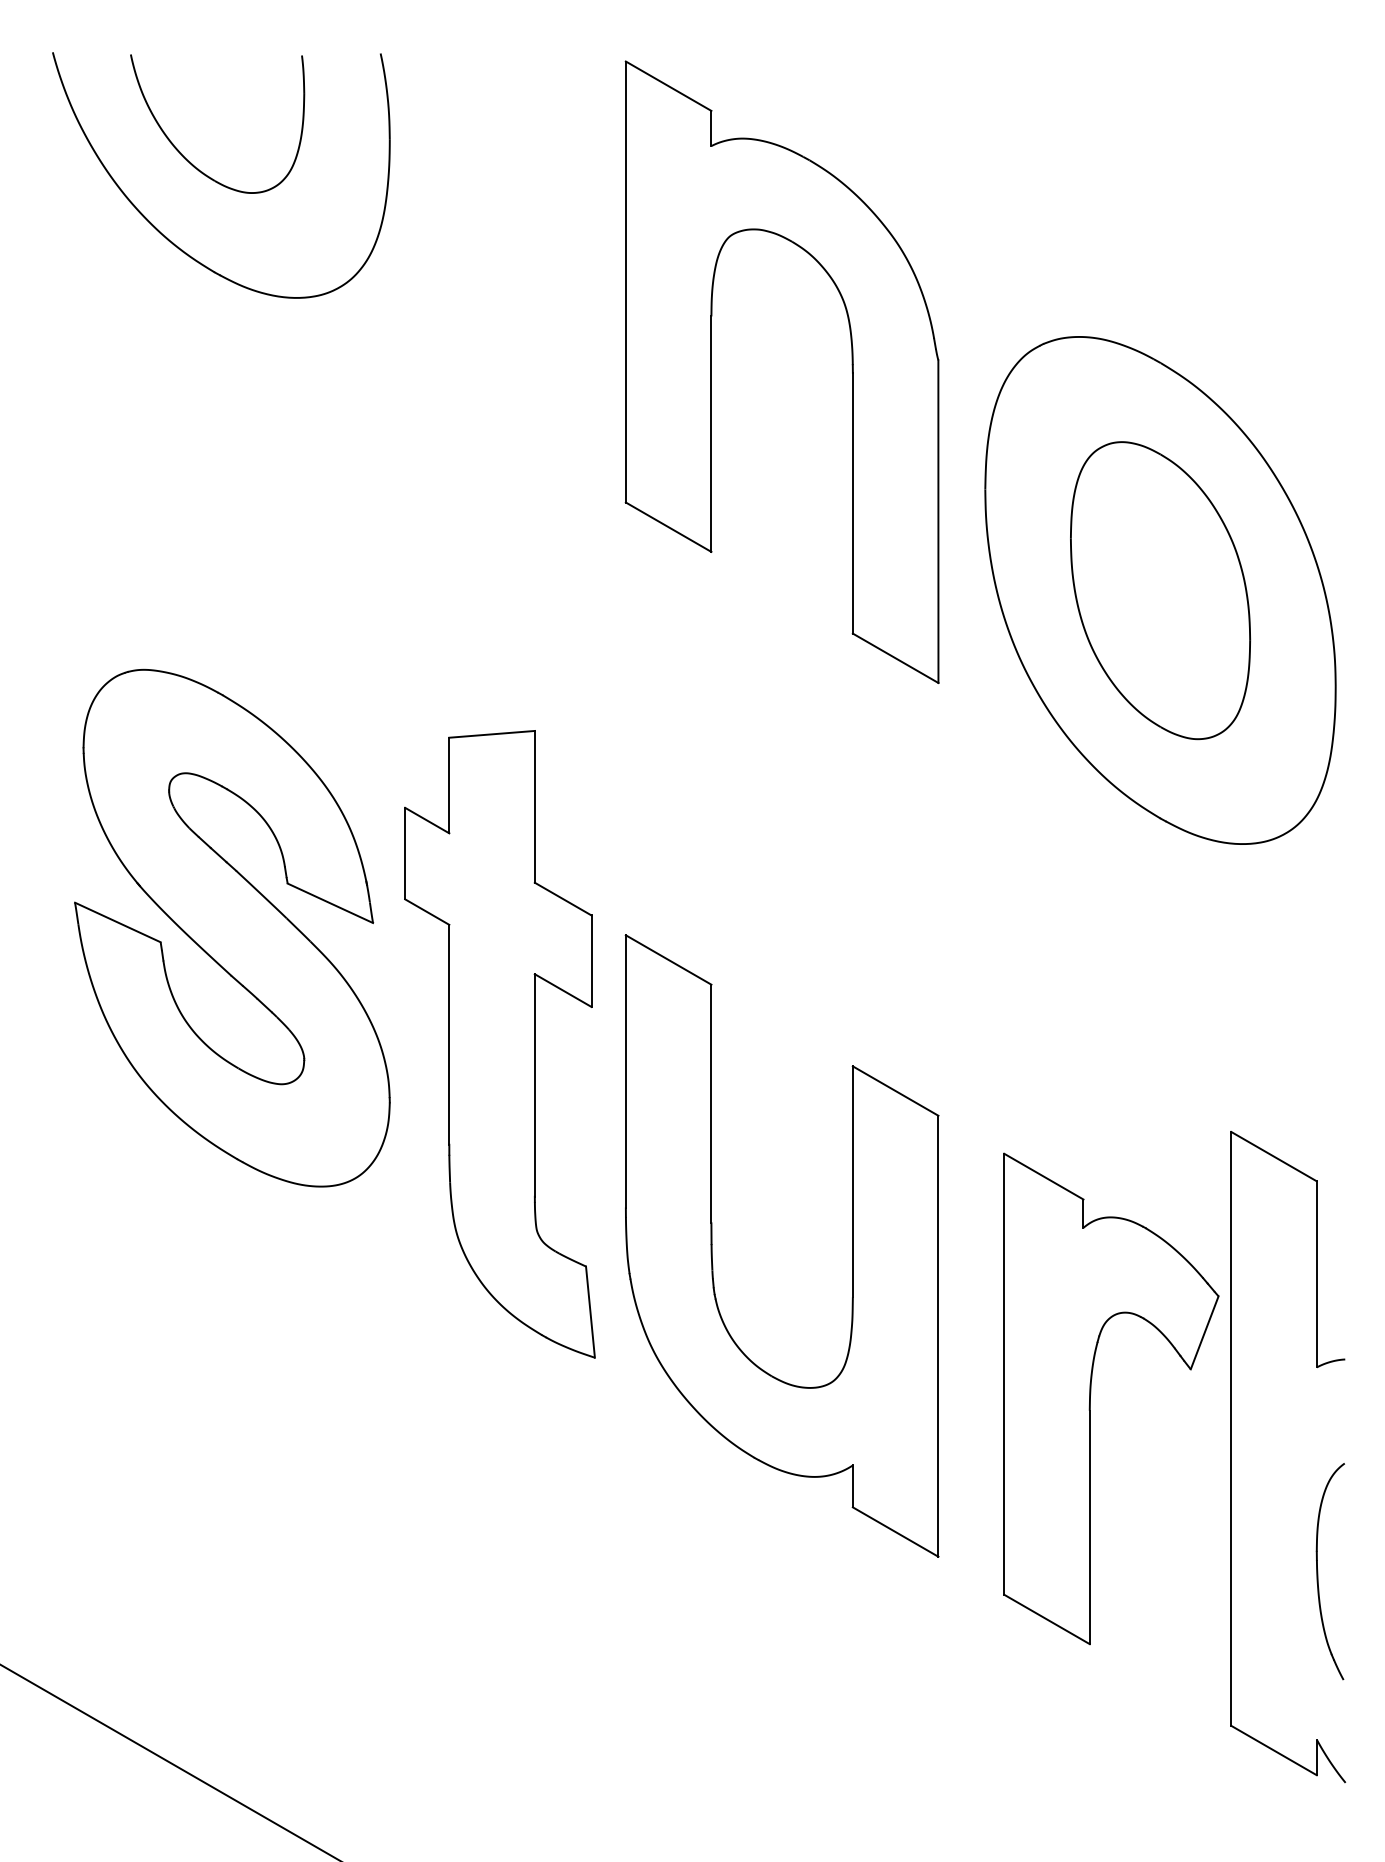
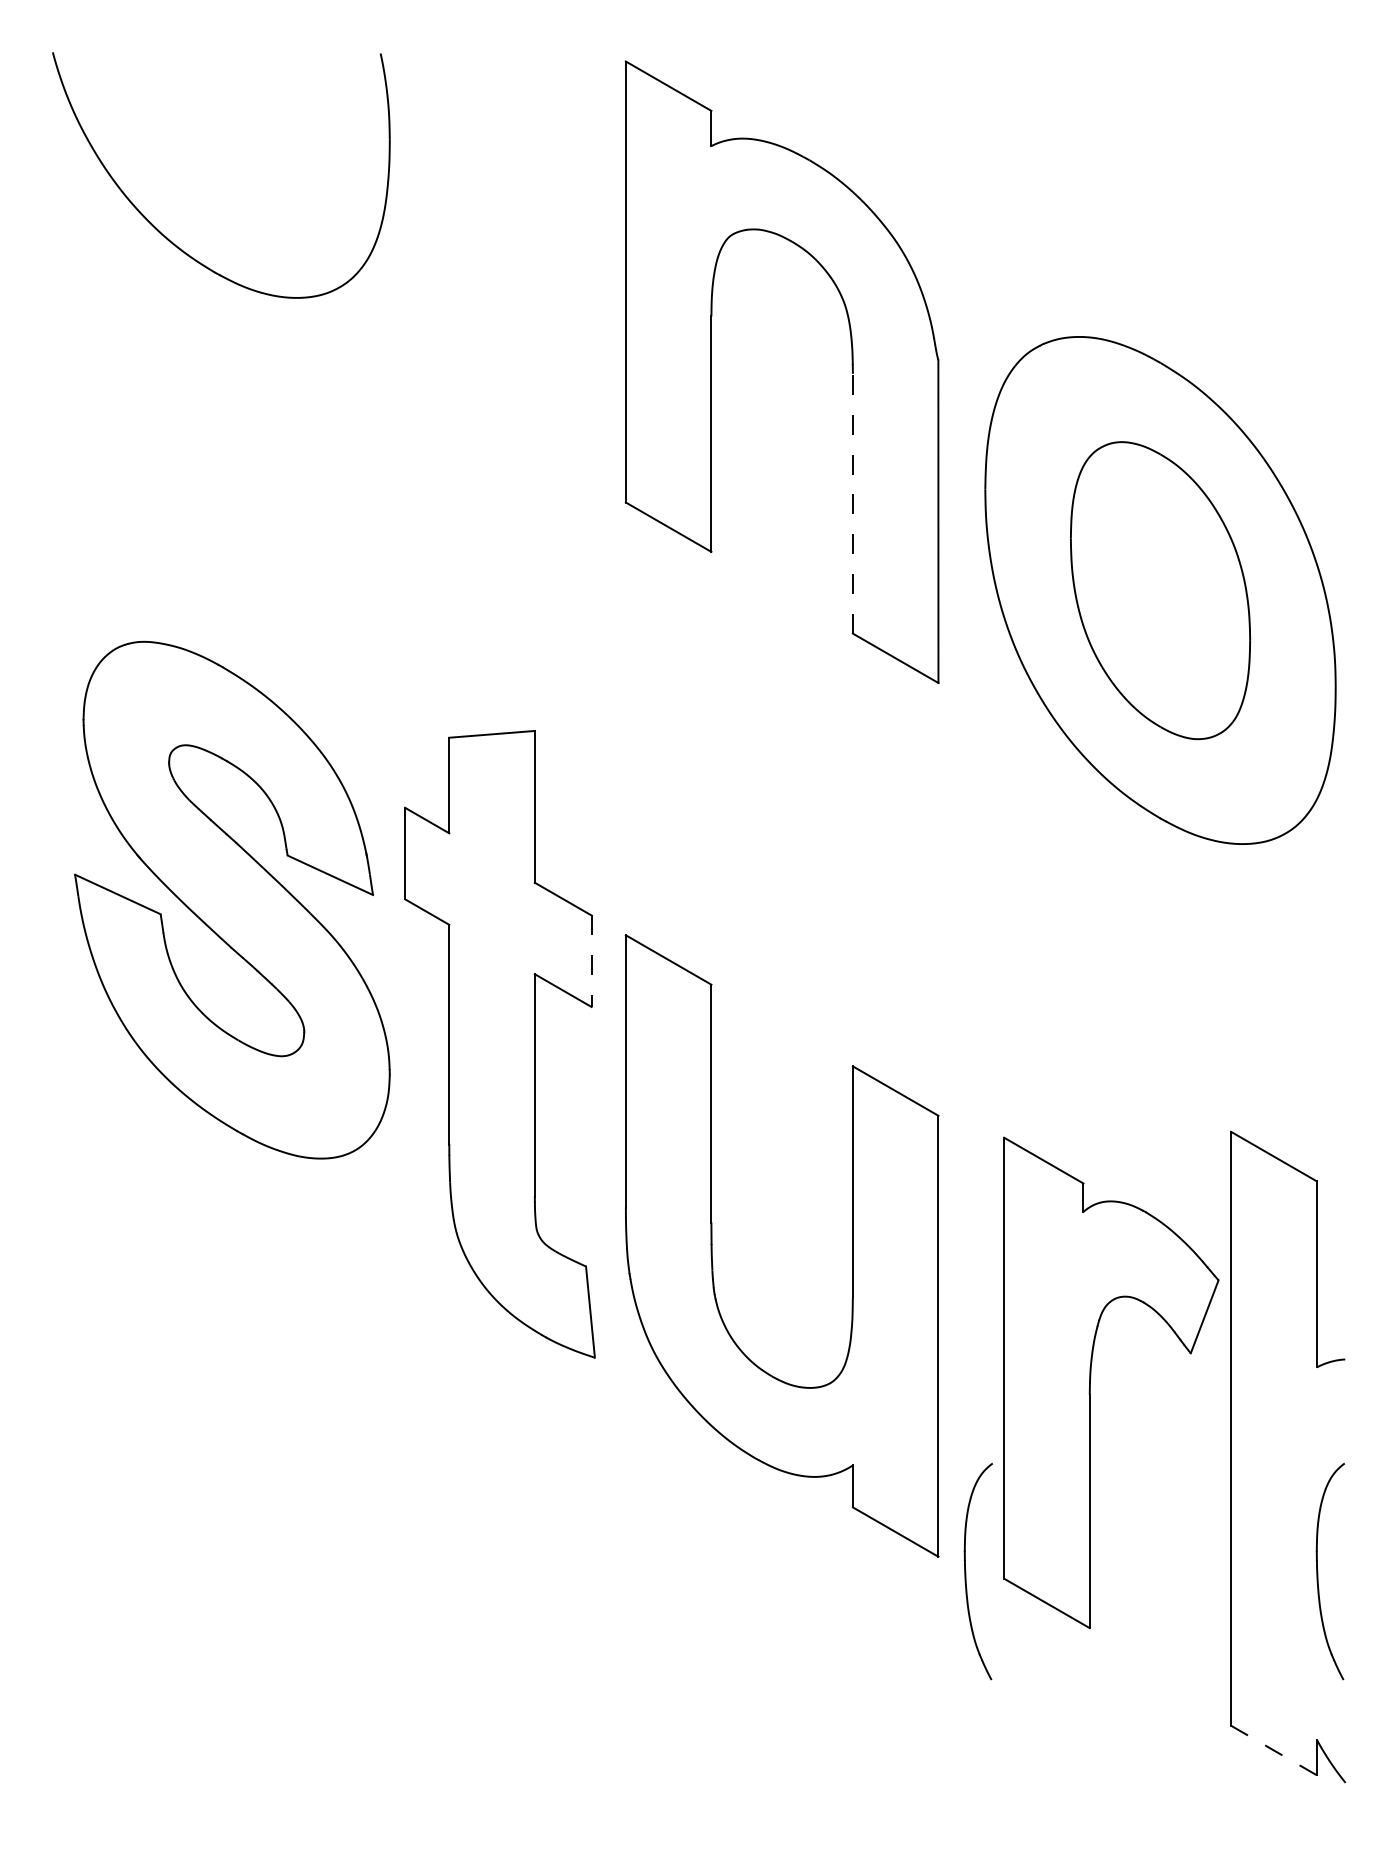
part at (179, 150): present -> none
line at (852, 502): solid -> dashed
part at (232, 927) position: (232, 927) -> (232, 899)
line at (591, 961): solid -> dashed
part at (1091, 1393) position: (1091, 1393) -> (1091, 1377)
part at (966, 1571): none -> present
line at (1273, 1750): solid -> dashed
line at (169, 1761): present -> none
